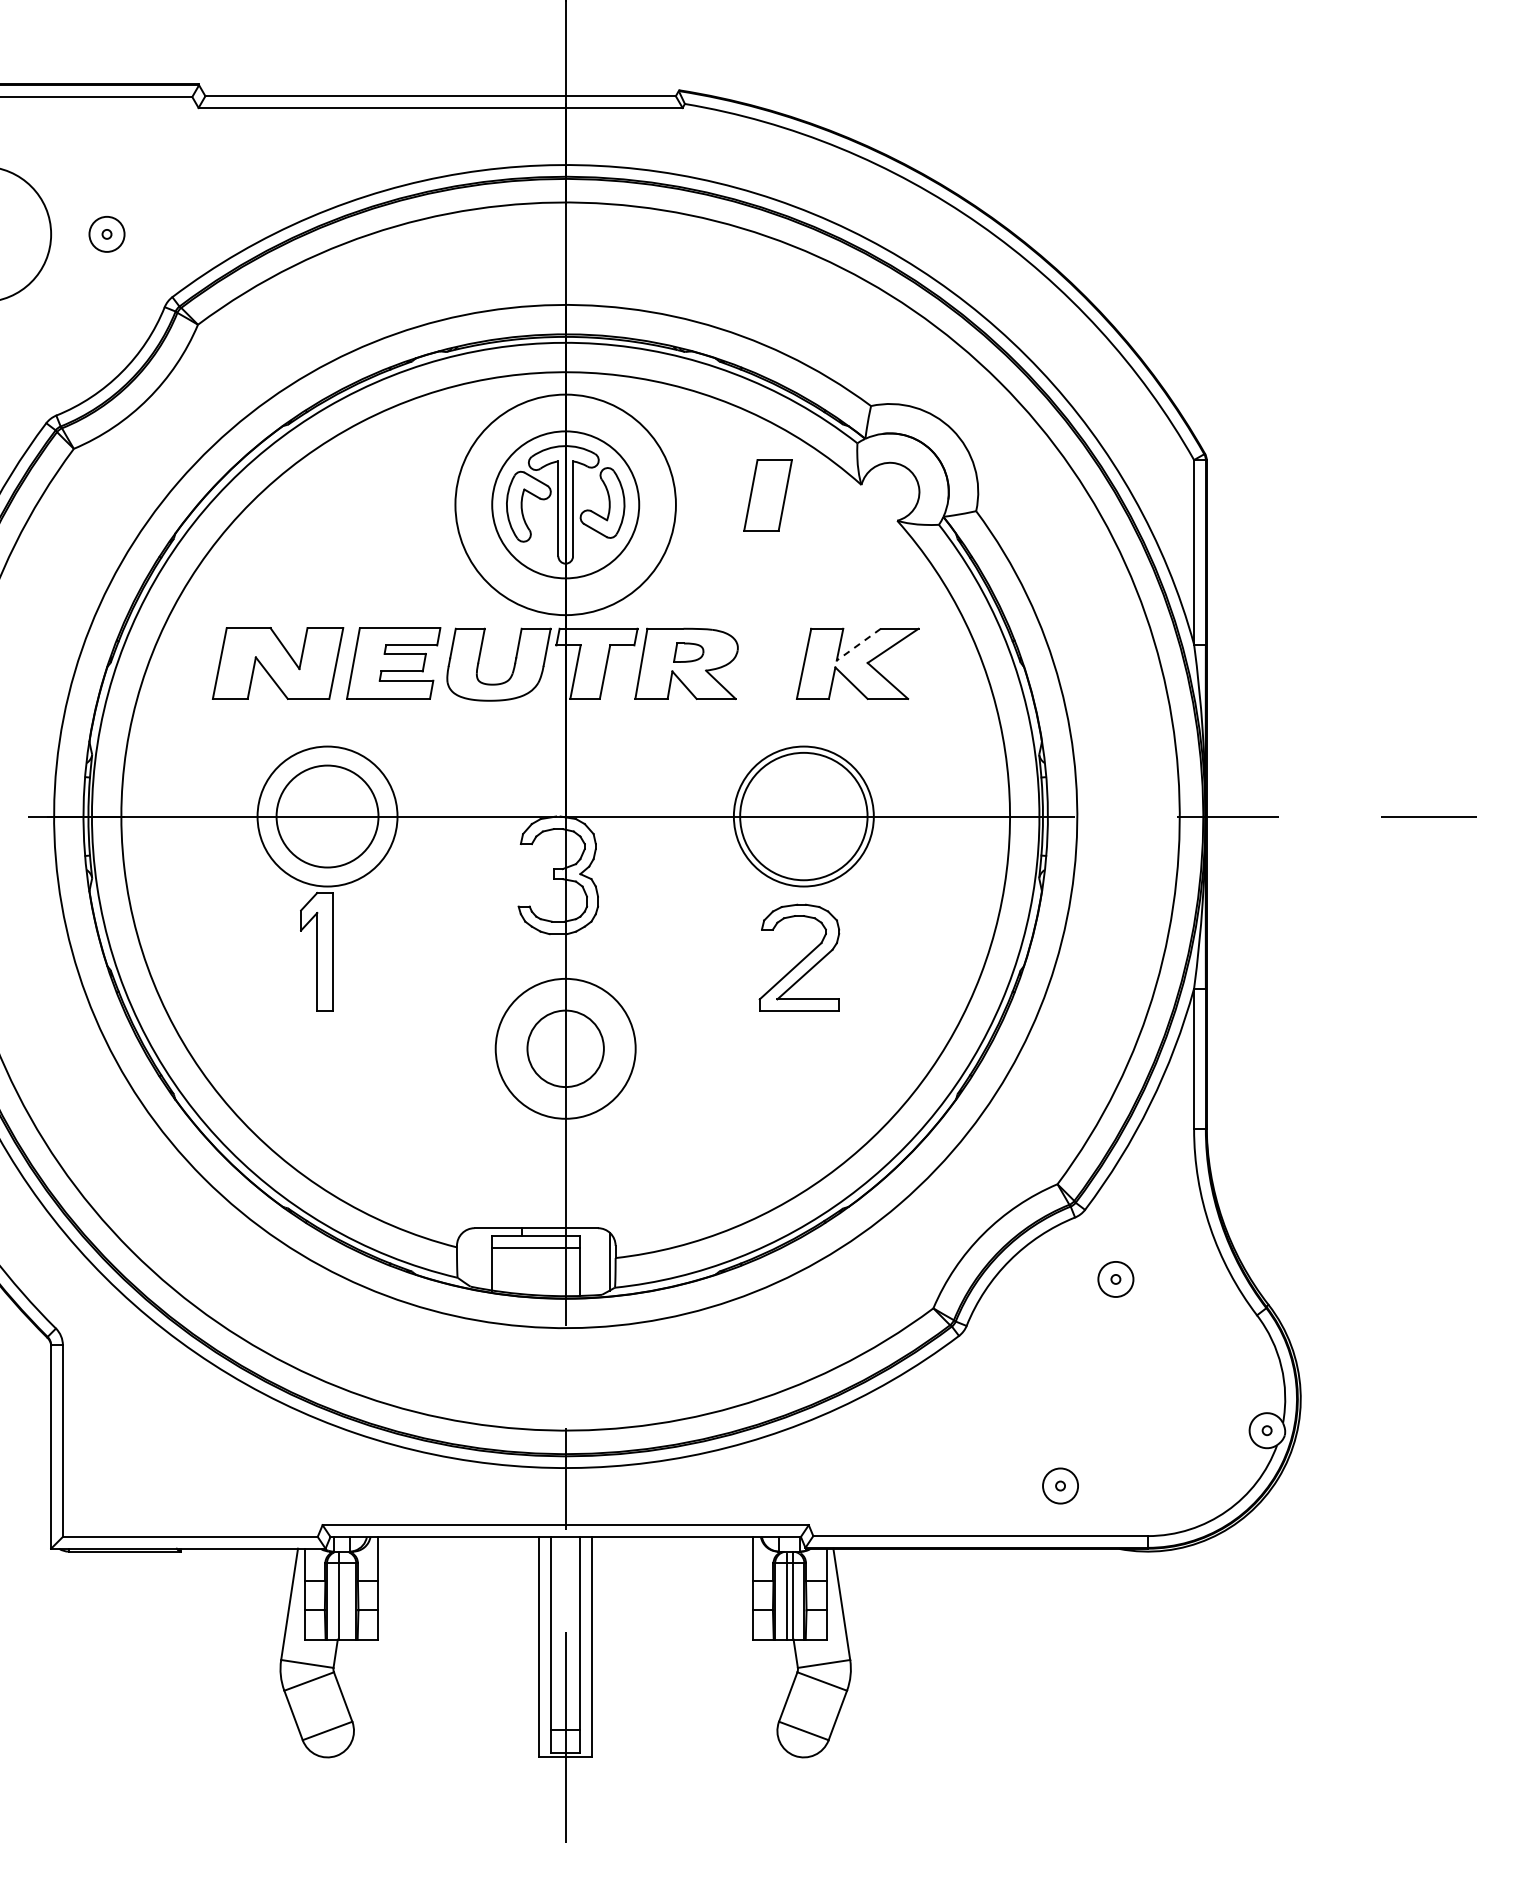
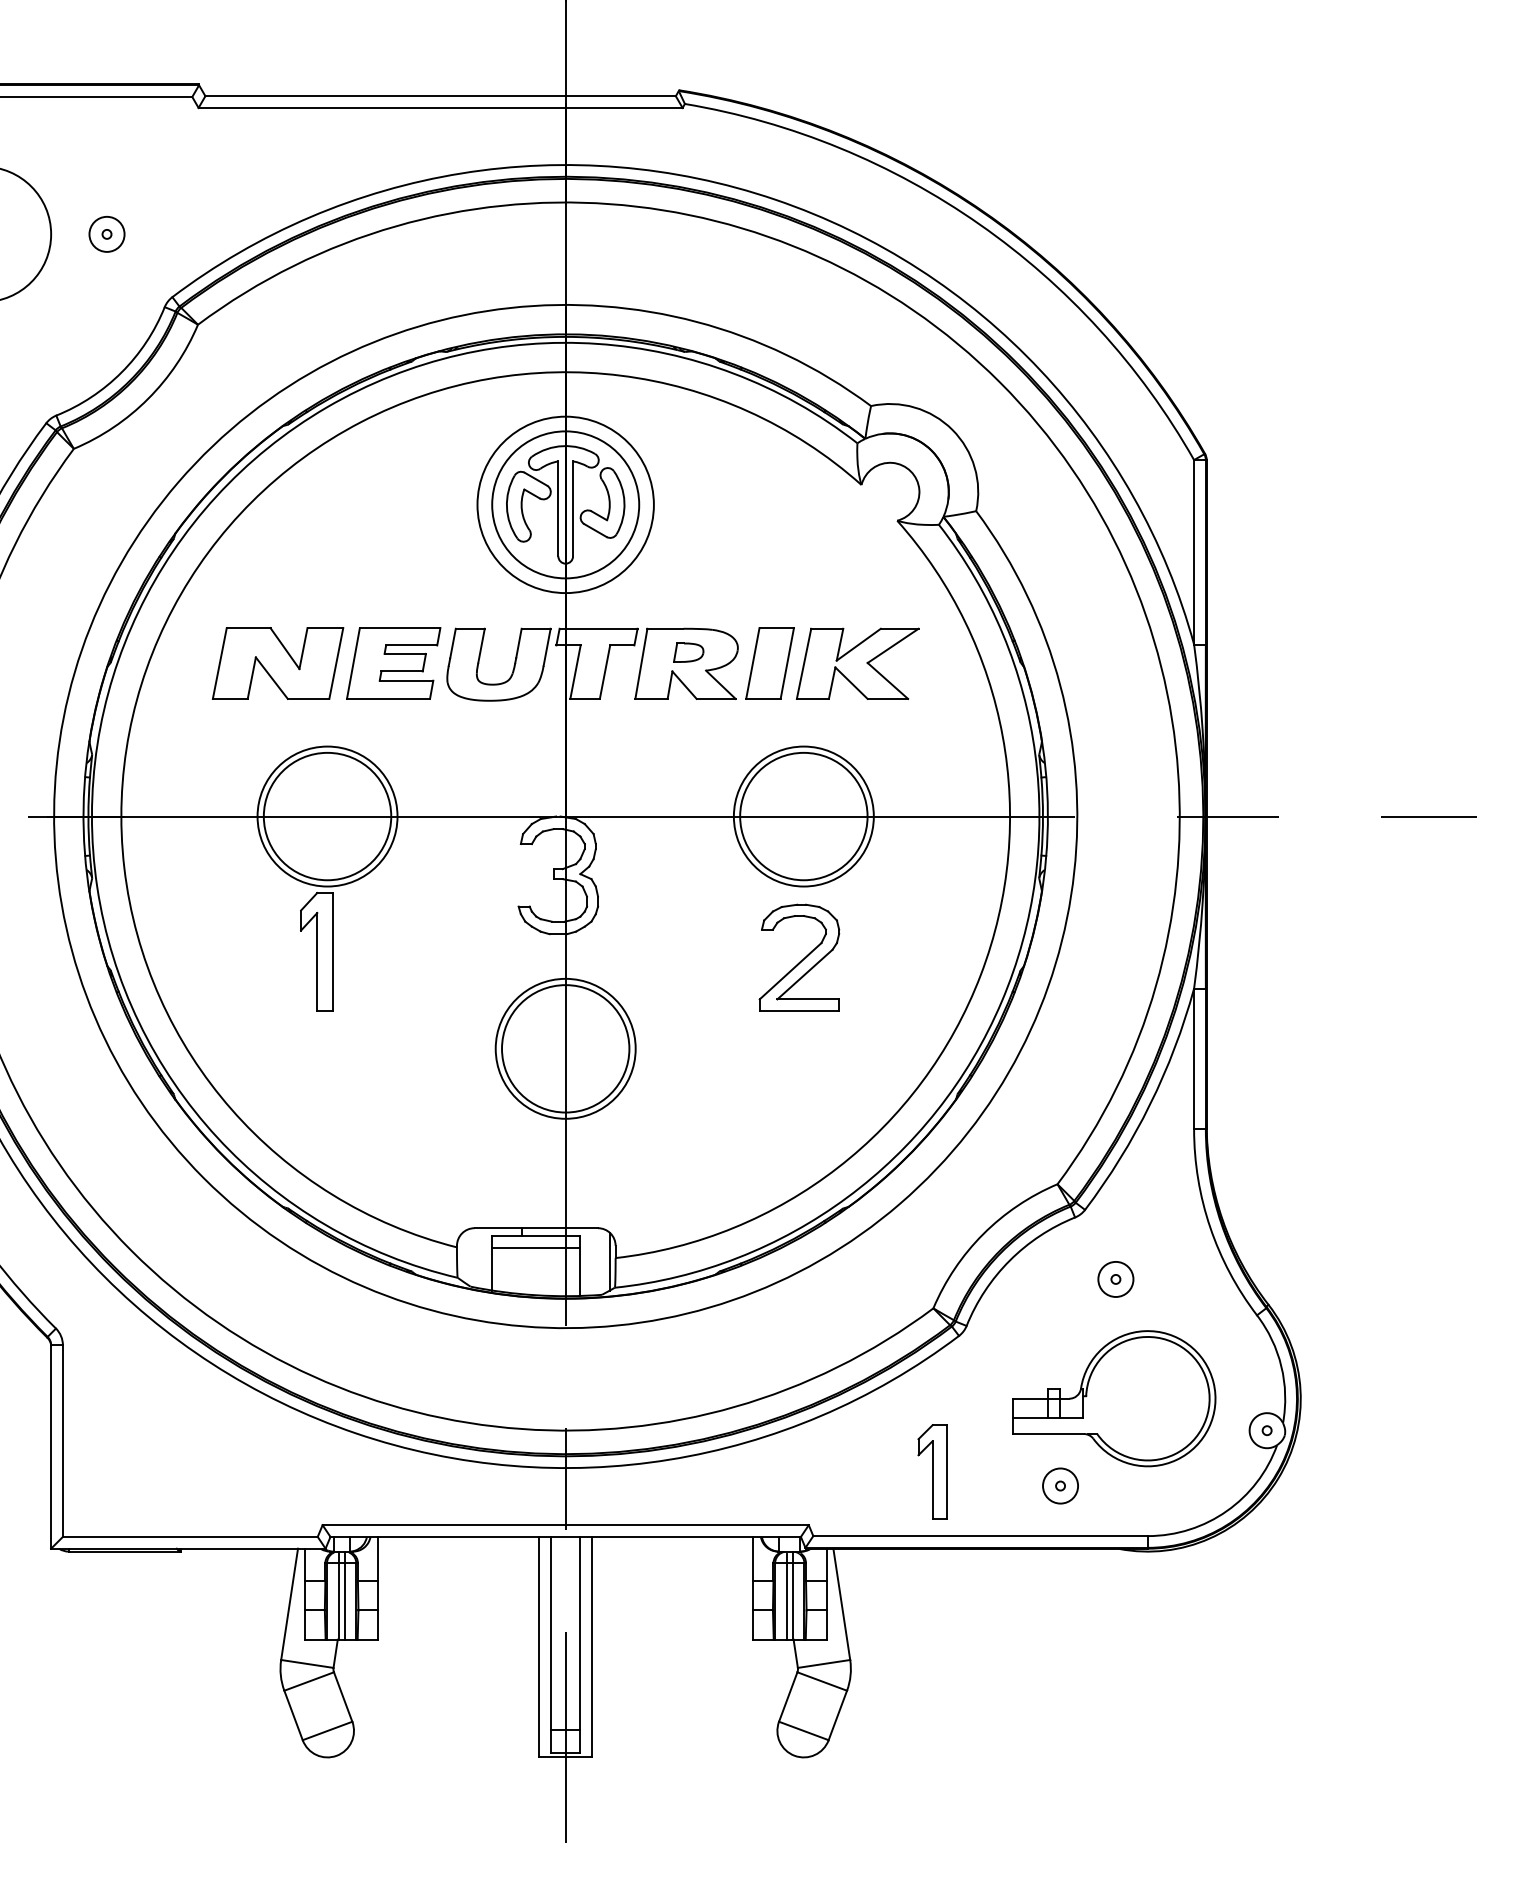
part at (767, 495) position: (767, 495) -> (769, 663)
circle at (565, 504) diameter: 221 px -> 176 px
line at (858, 644): dashed -> solid
circle at (327, 816) diameter: 102 px -> 127 px
circle at (565, 1048) diameter: 76 px -> 127 px
part at (1114, 1398): none -> present
part at (932, 1471): none -> present
line at (344, 1595): none -> present
